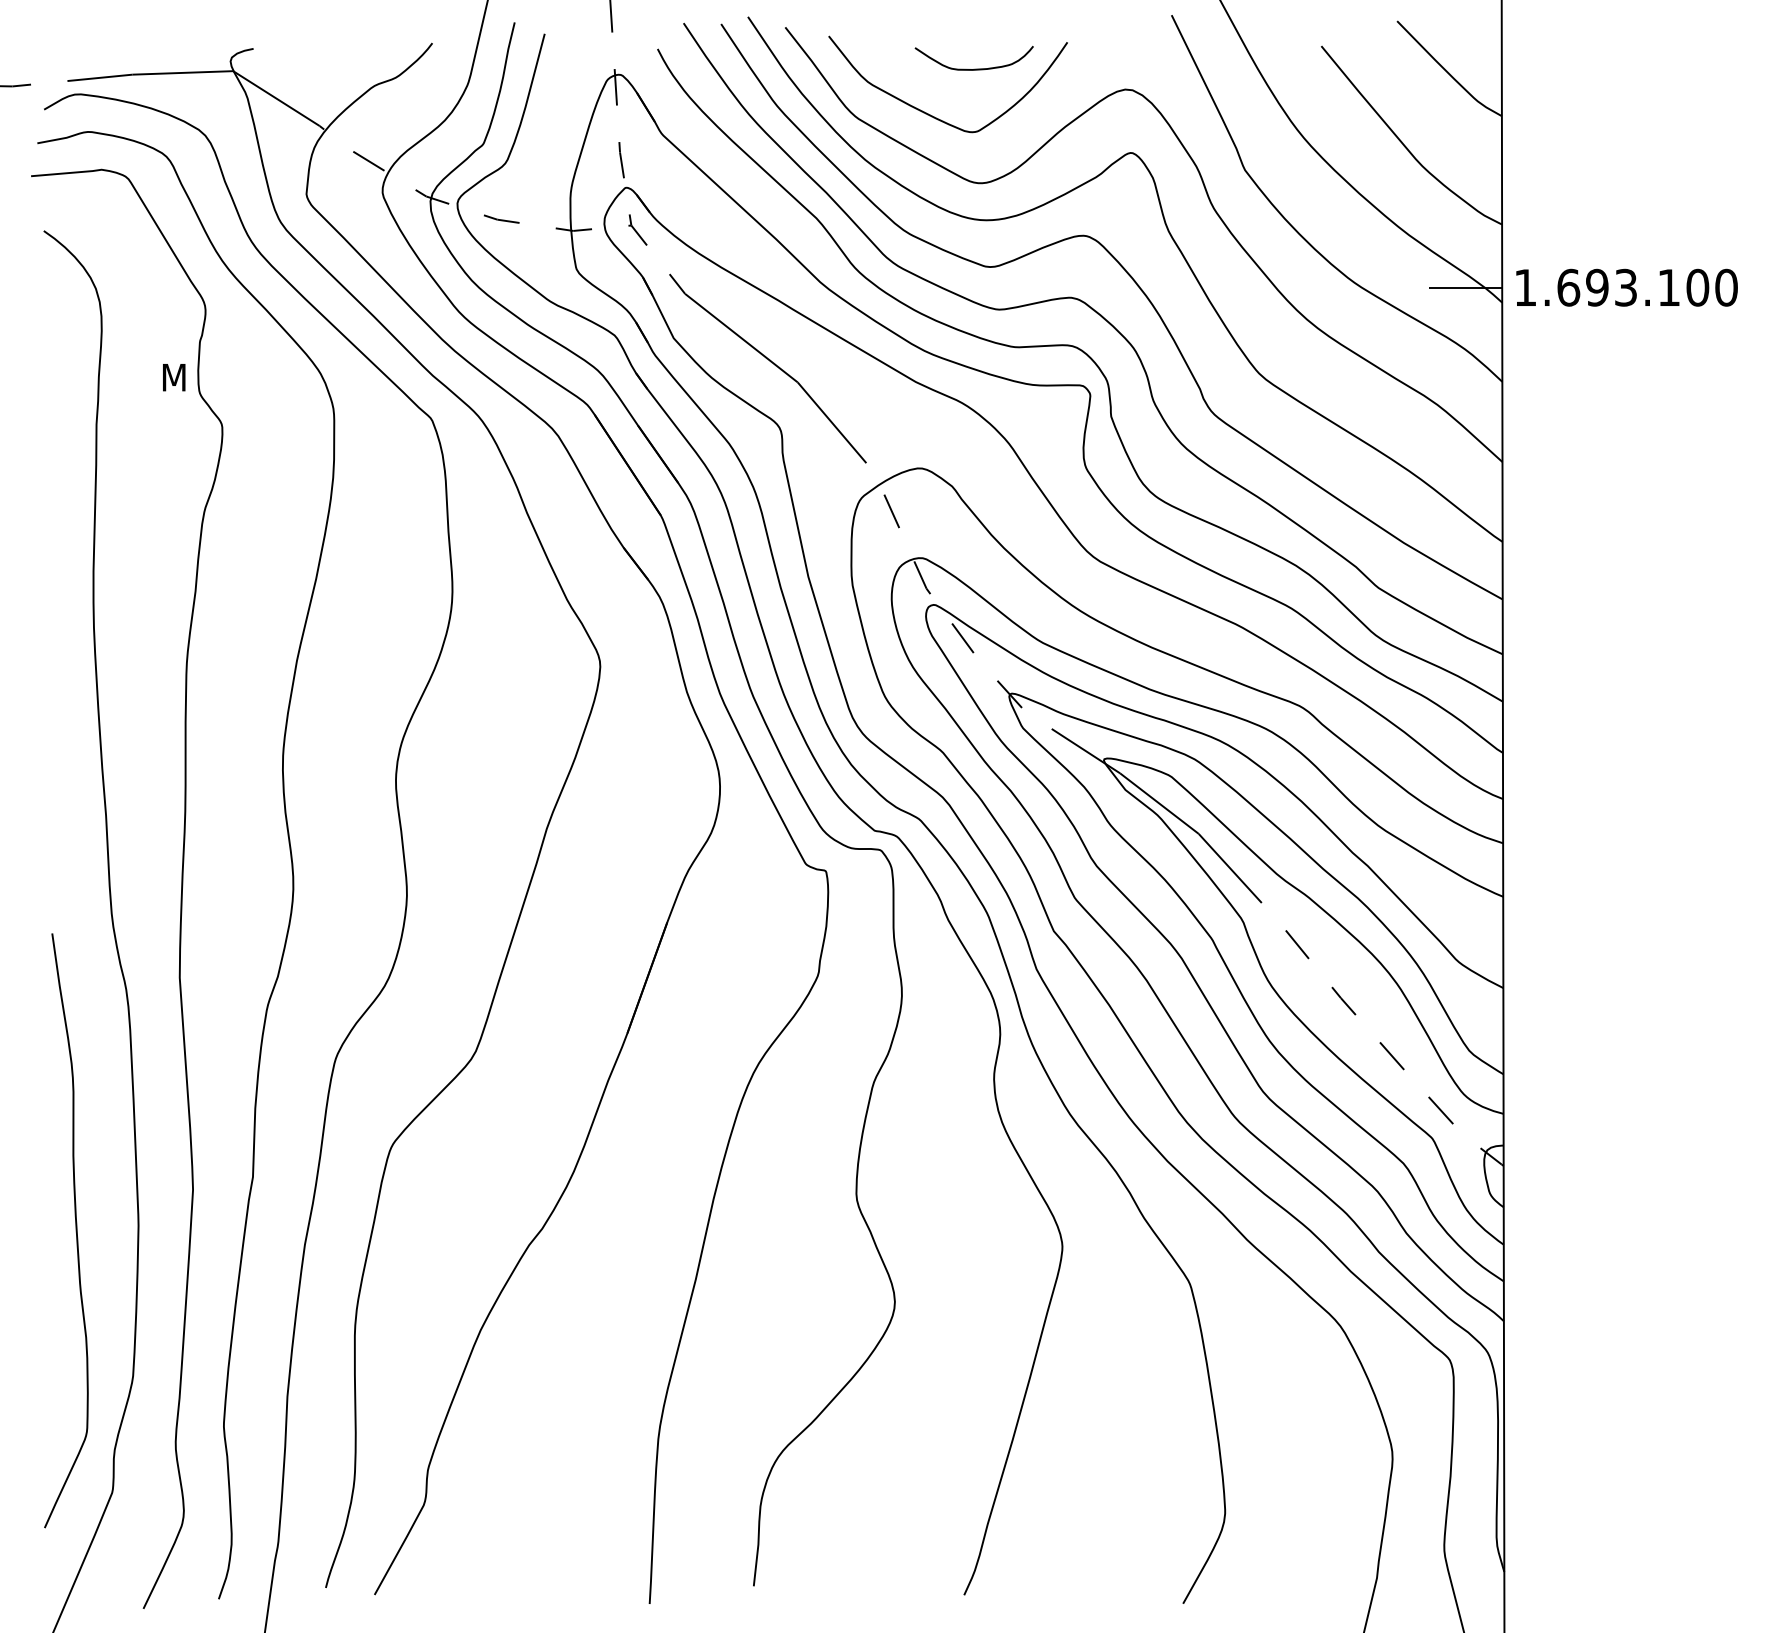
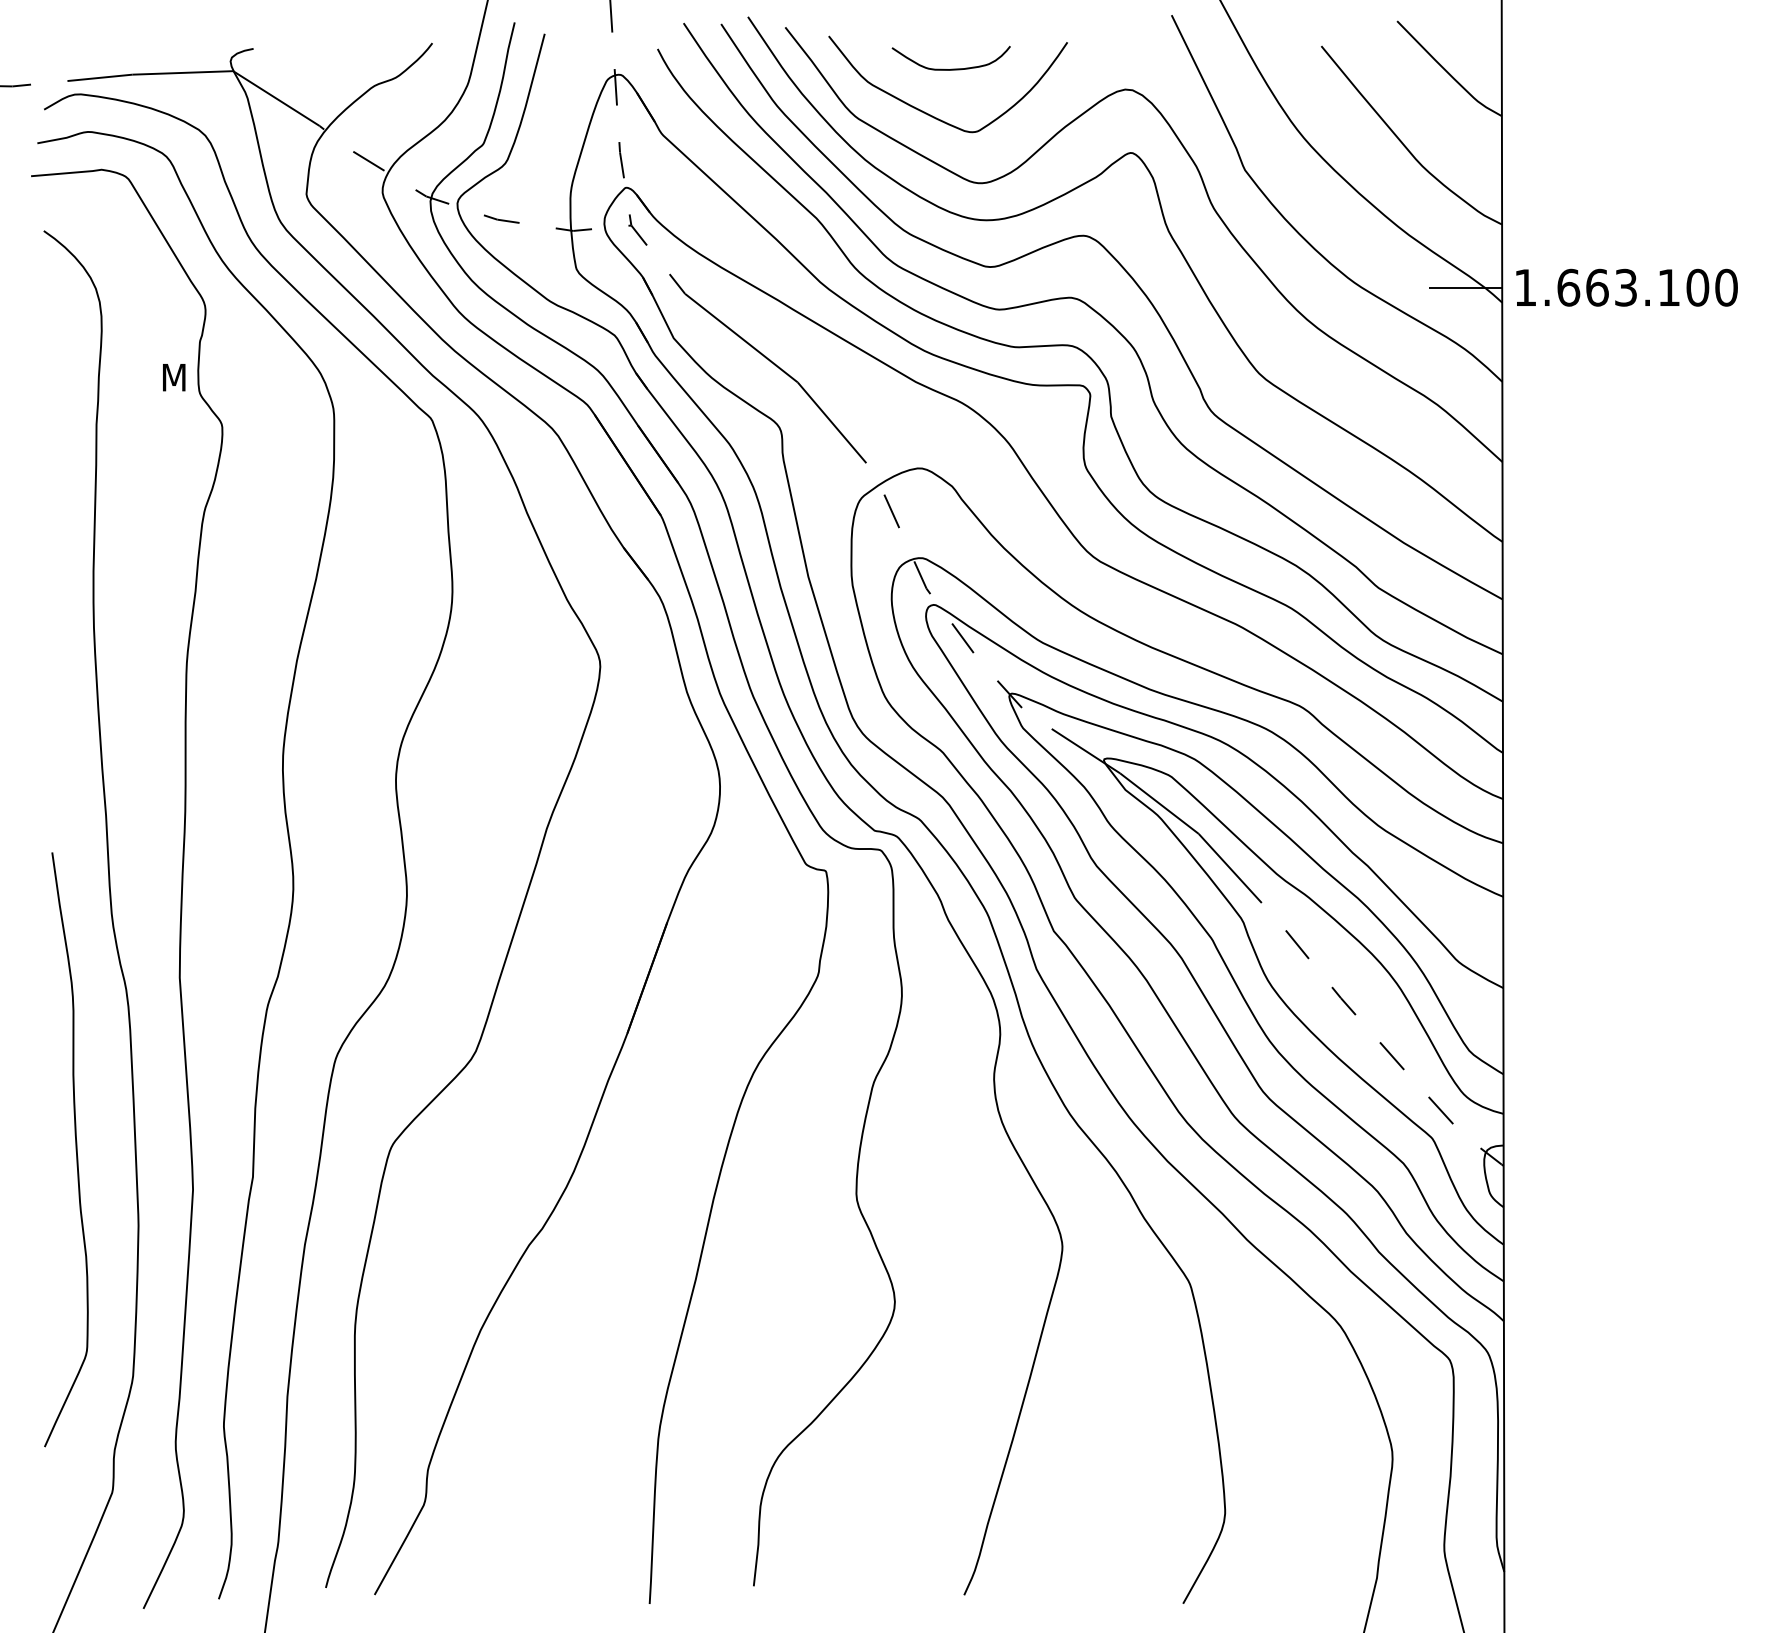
curve at (974, 68) position: (974, 68) -> (951, 68)
text at (1597, 287): 1.693.100 -> 1.663.100
curve at (75, 1230) position: (75, 1230) -> (75, 1149)
